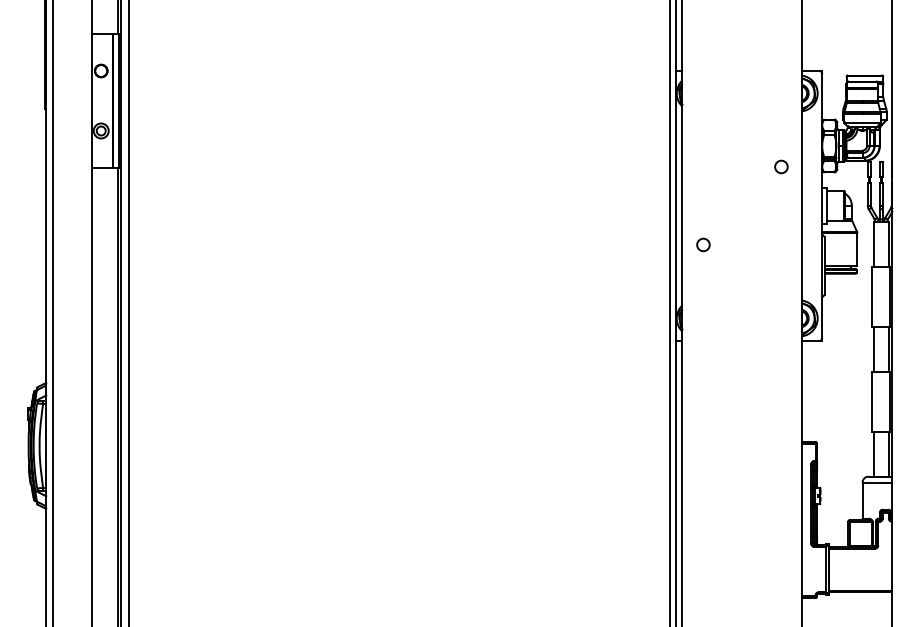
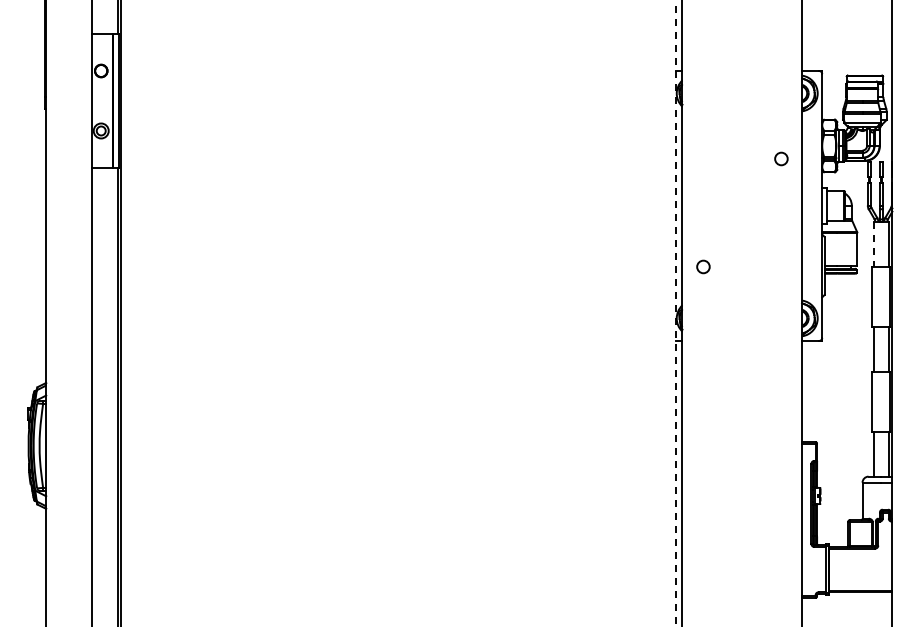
circle at (781, 166) position: (781, 166) -> (781, 158)
circle at (703, 244) position: (703, 244) -> (703, 266)
line at (873, 244): solid -> dashed
line at (53, 312): present -> none
line at (129, 312): present -> none
line at (670, 312): present -> none
line at (676, 312): solid -> dashed
